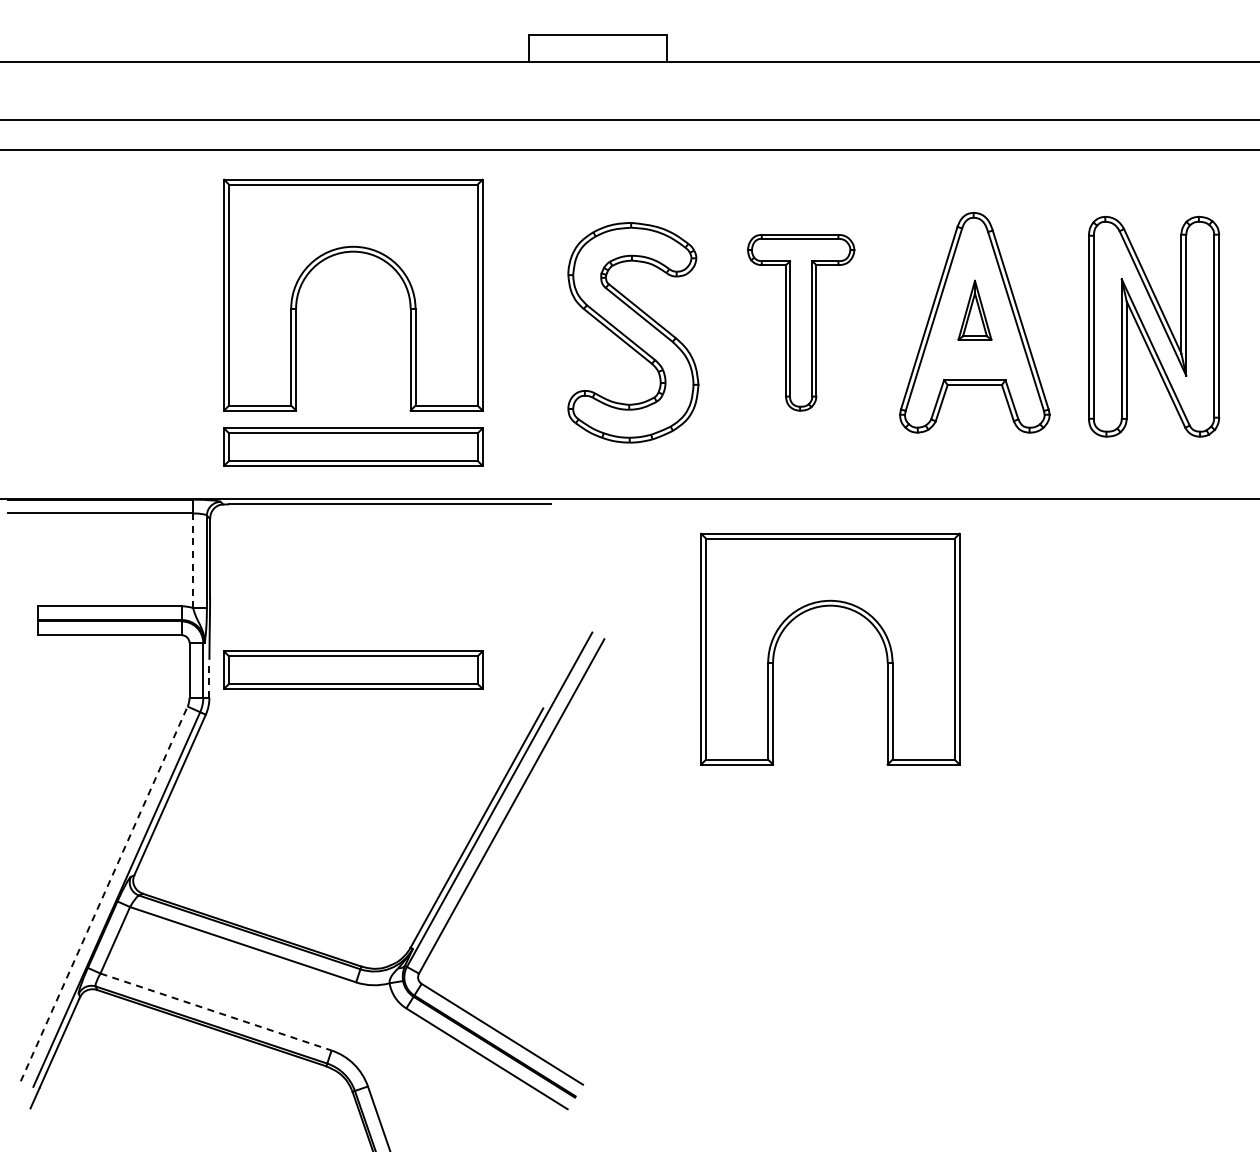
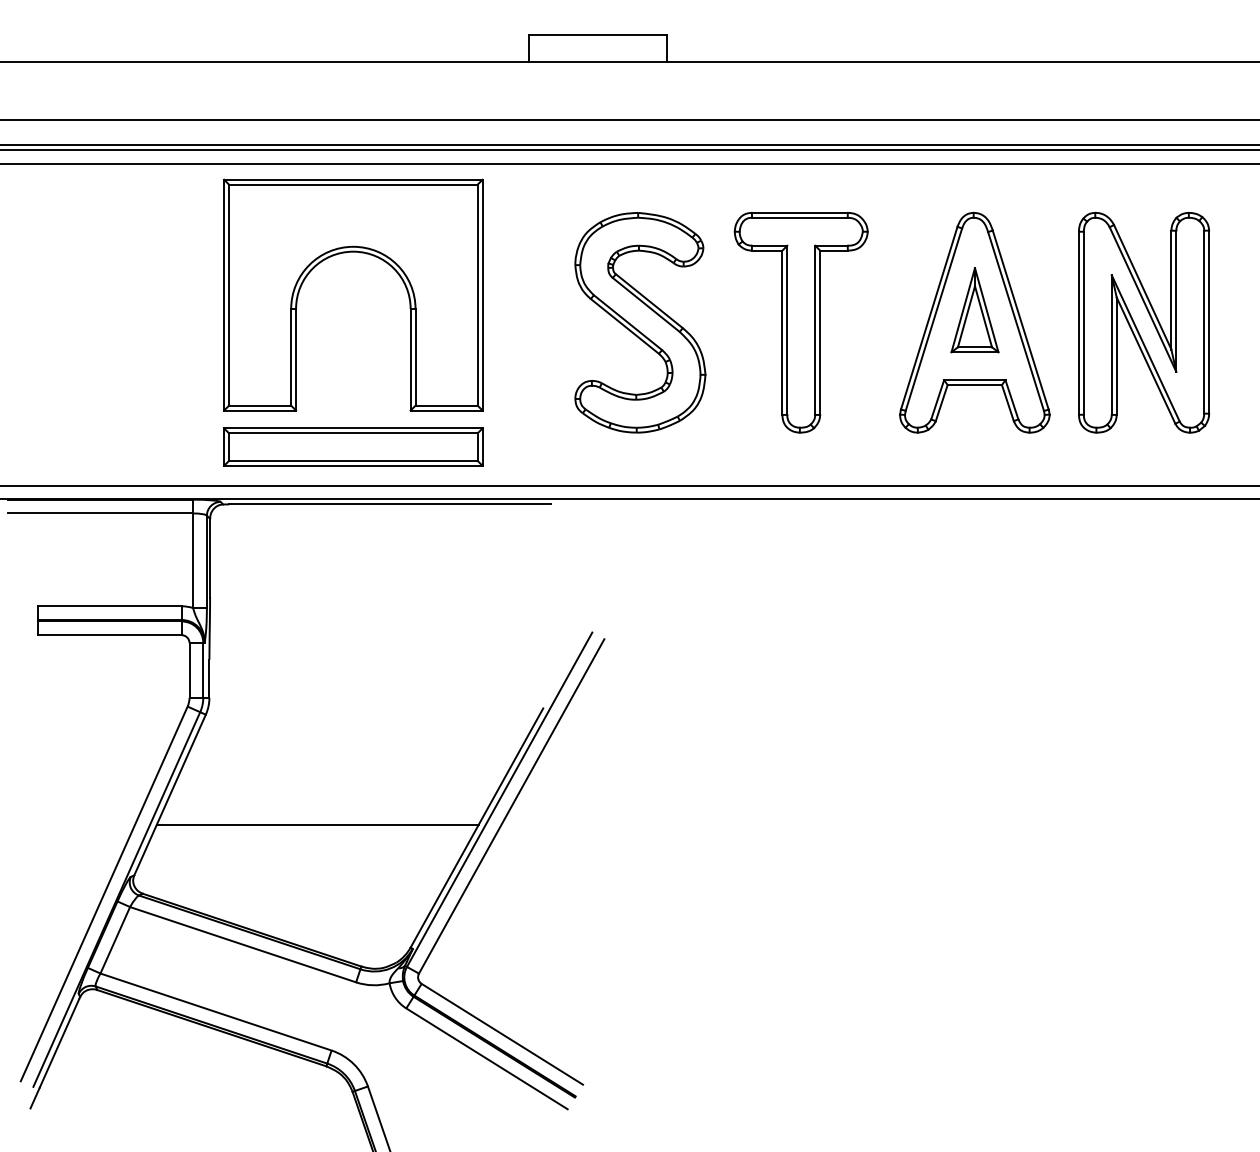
line at (629, 145): none -> present
line at (629, 163): none -> present
part at (974, 309) size: 36x62 px -> 50x87 px
part at (801, 322) size: 109x178 px -> 136x222 px
part at (1154, 326) position: (1154, 326) -> (1144, 322)
part at (633, 332) position: (633, 332) -> (640, 322)
line at (629, 485): none -> present
line at (193, 560): dashed -> solid
part at (822, 607): present -> none
part at (353, 669): present -> none
line at (209, 678): dashed -> solid
line at (317, 824): none -> present
line at (104, 893): dashed -> solid
line at (216, 1012): dashed -> solid
